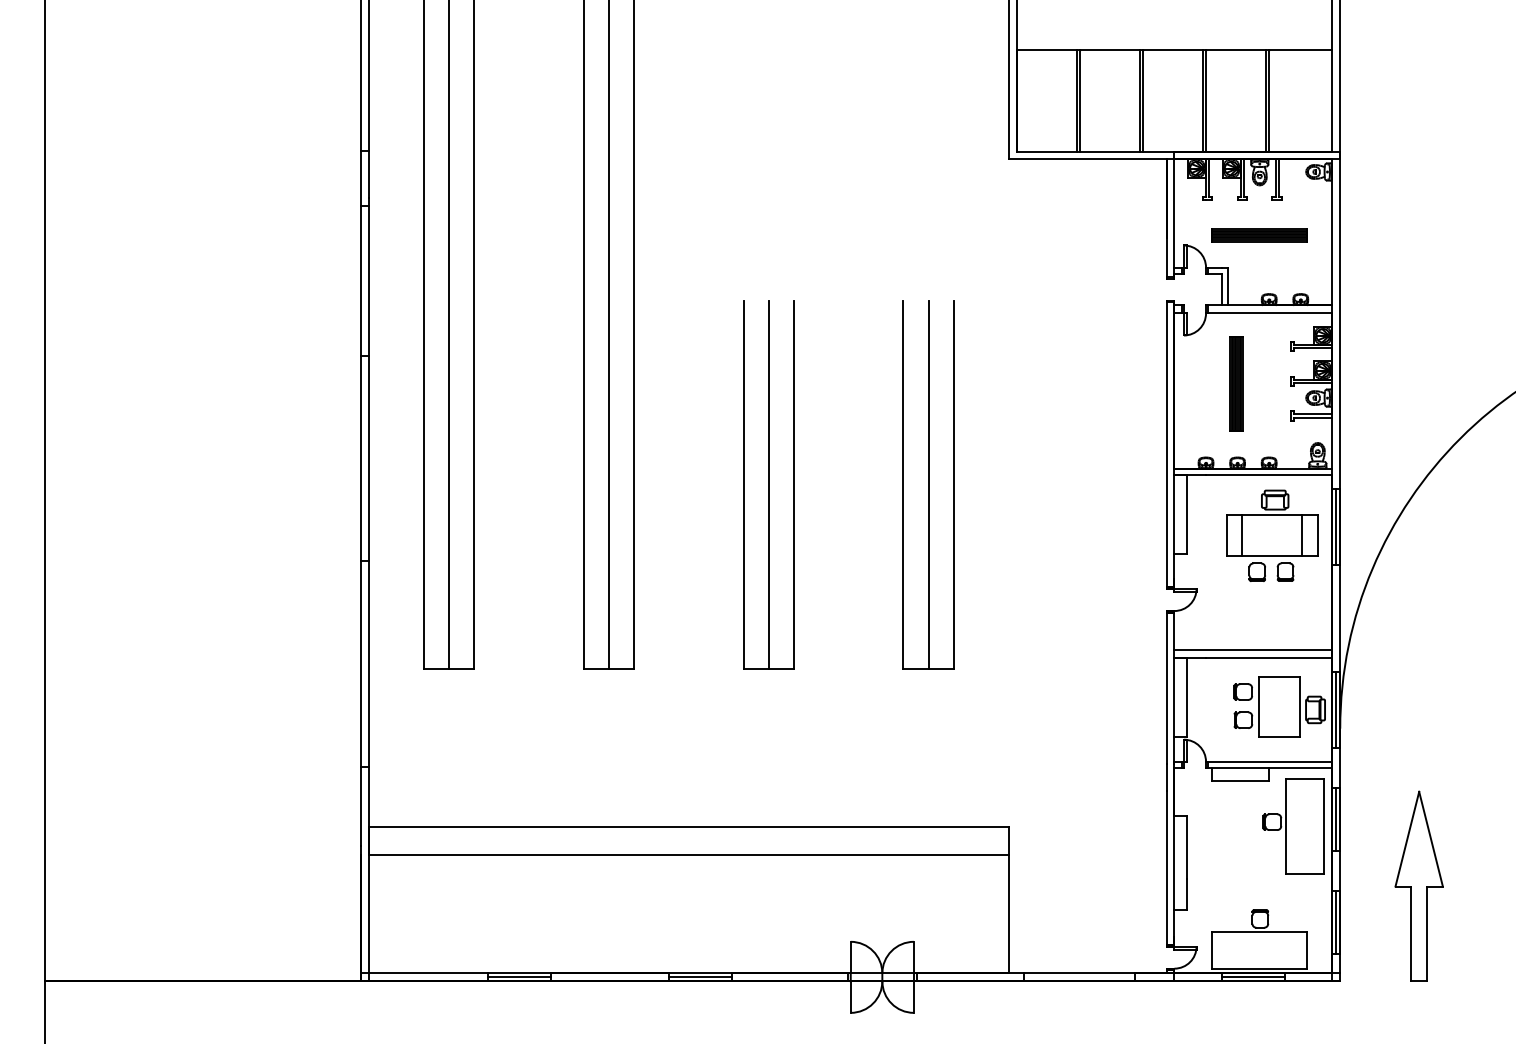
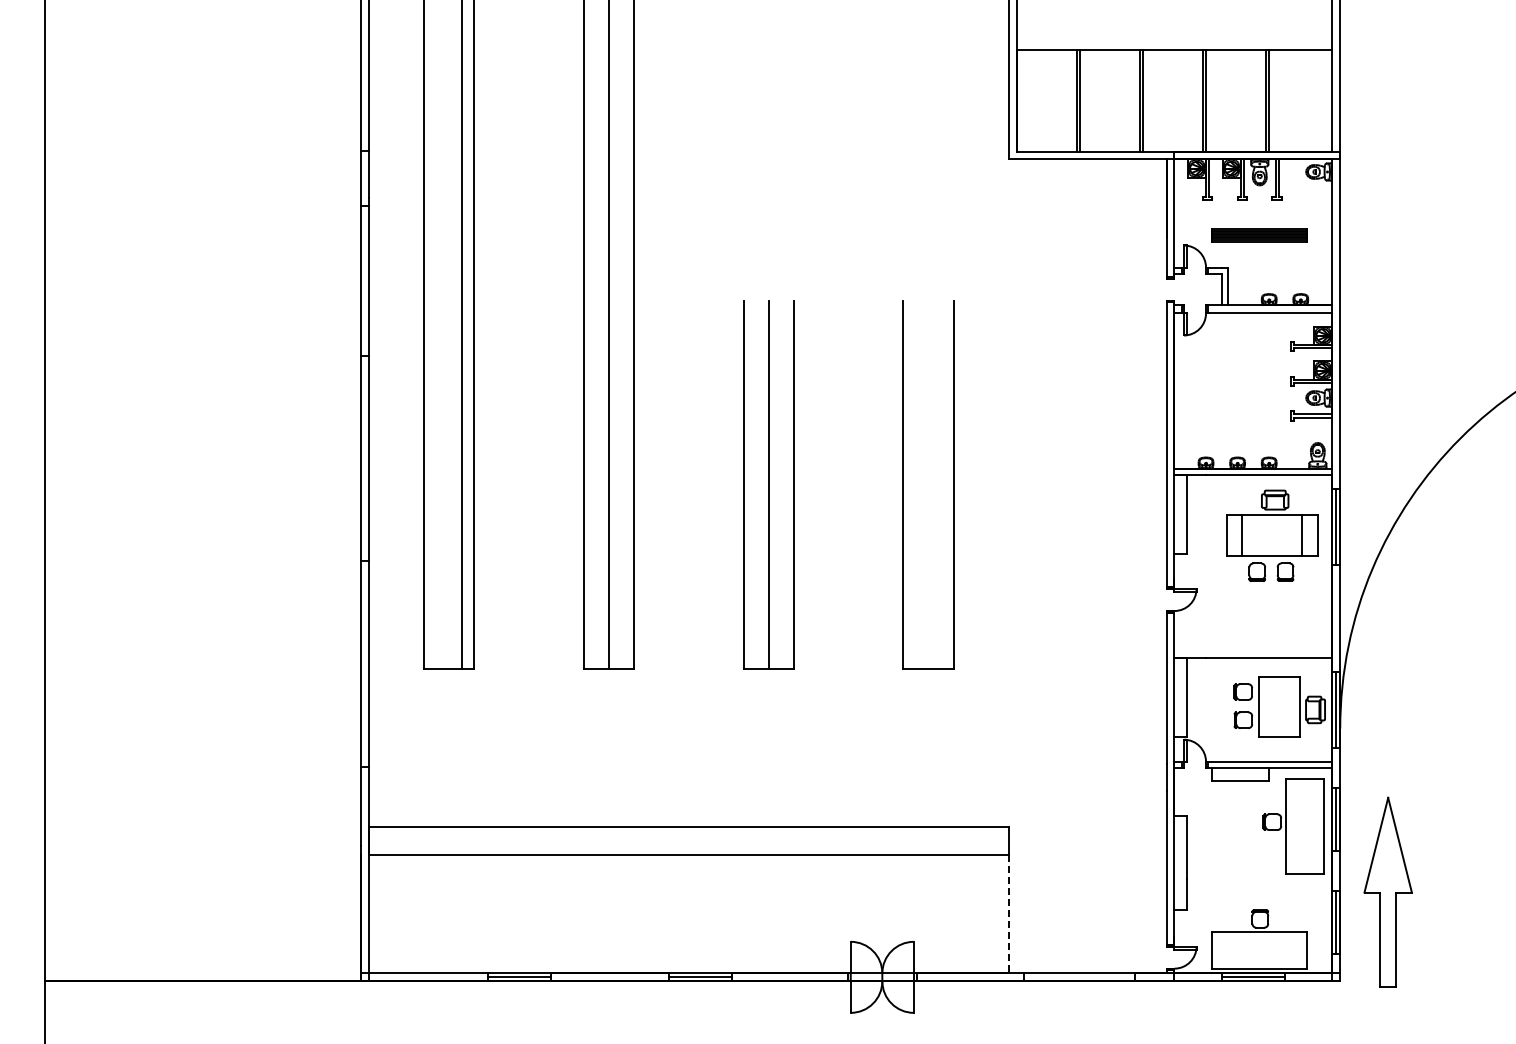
line at (449, 335) position: (449, 335) -> (462, 335)
part at (1236, 383): present -> none
line at (928, 484): present -> none
line at (1253, 649): present -> none
part at (1418, 885) position: (1418, 885) -> (1387, 891)
line at (1008, 914): solid -> dashed
